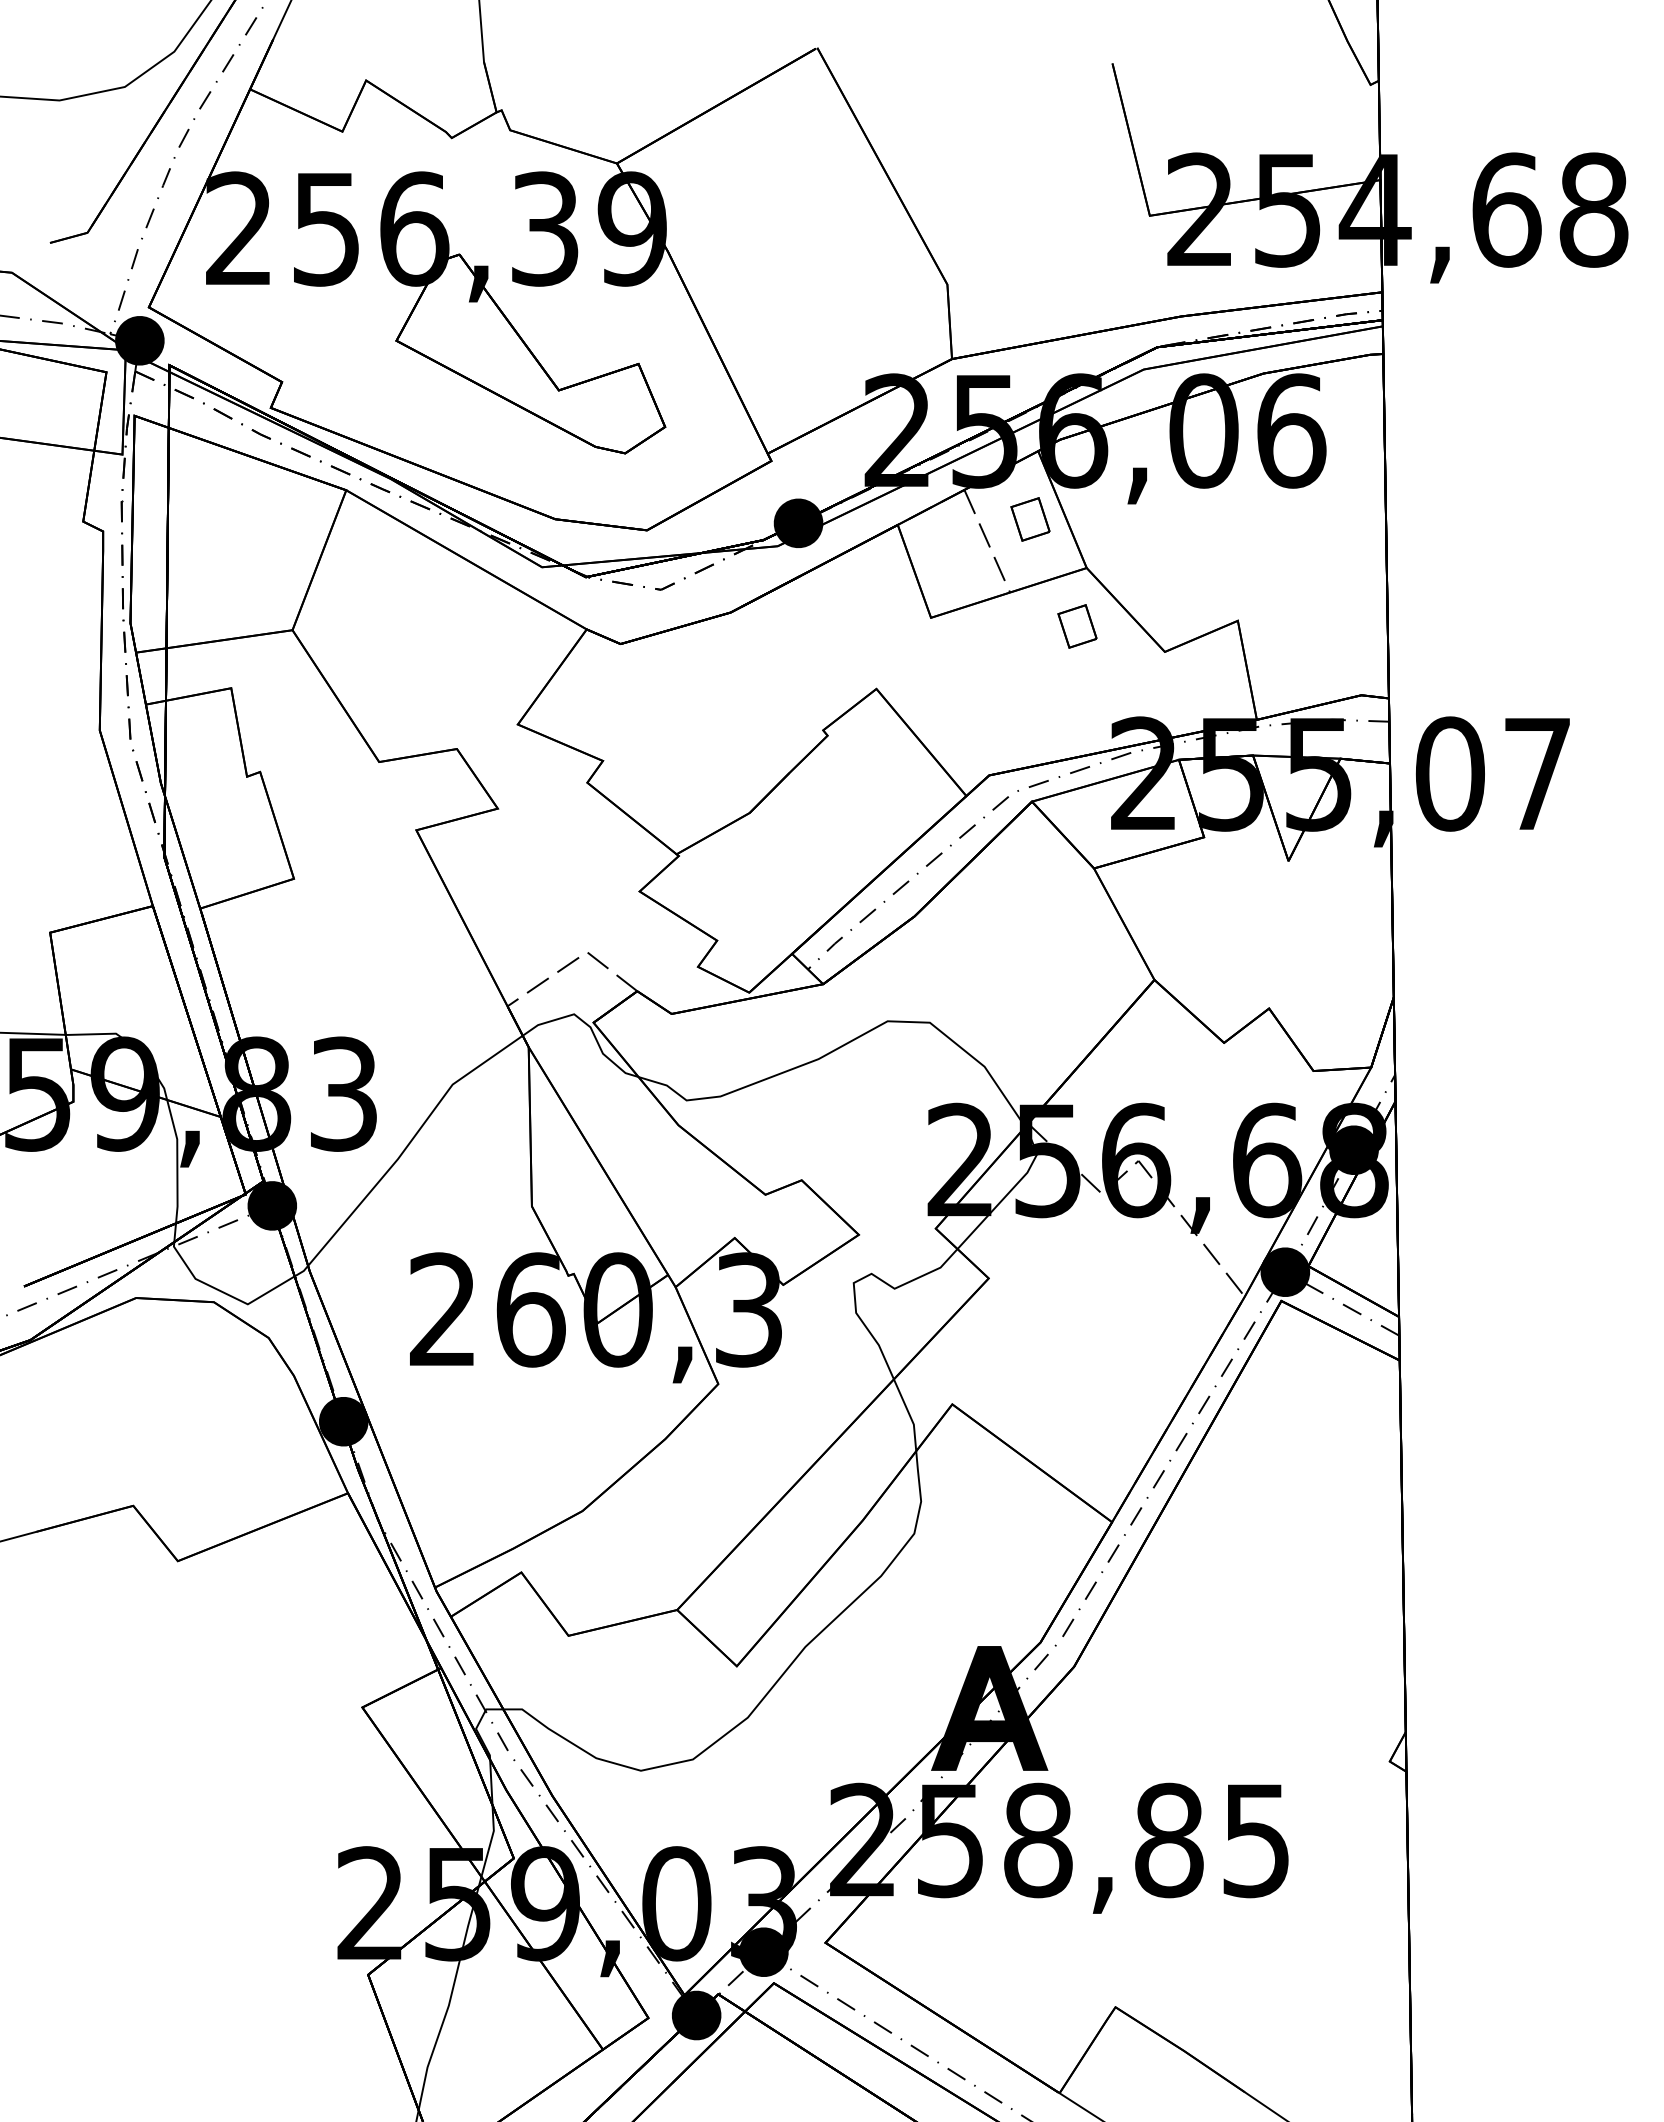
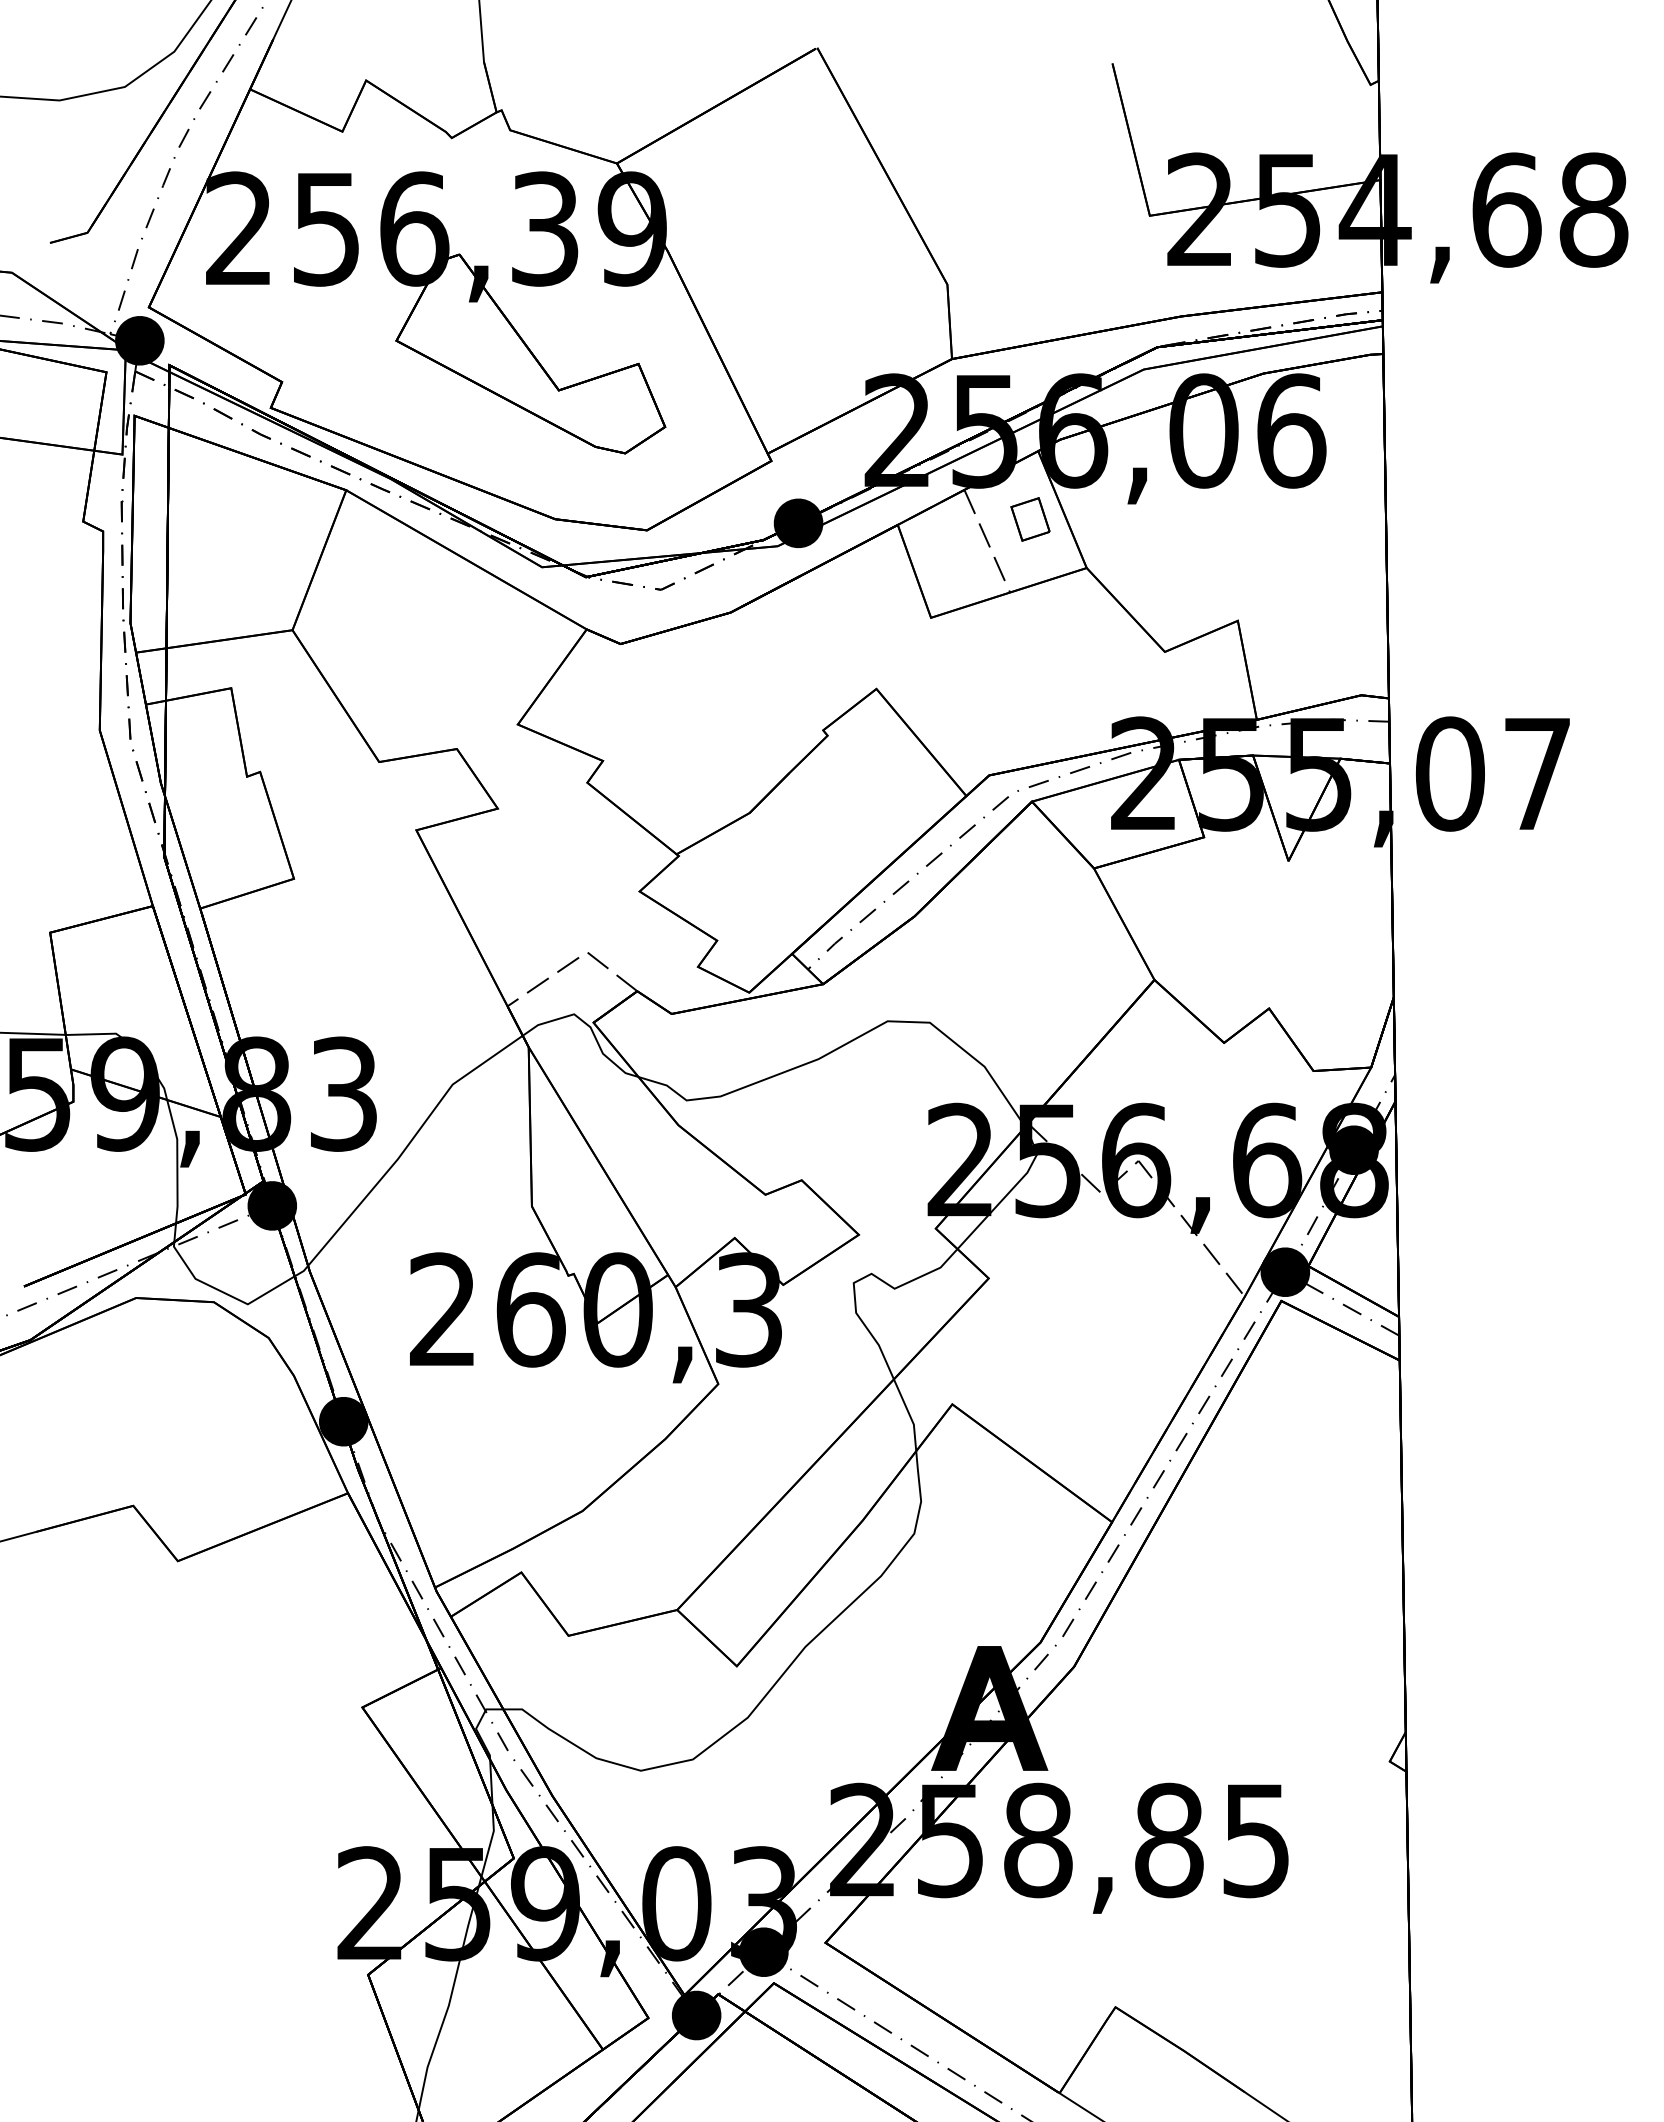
part at (1077, 626): present -> none
